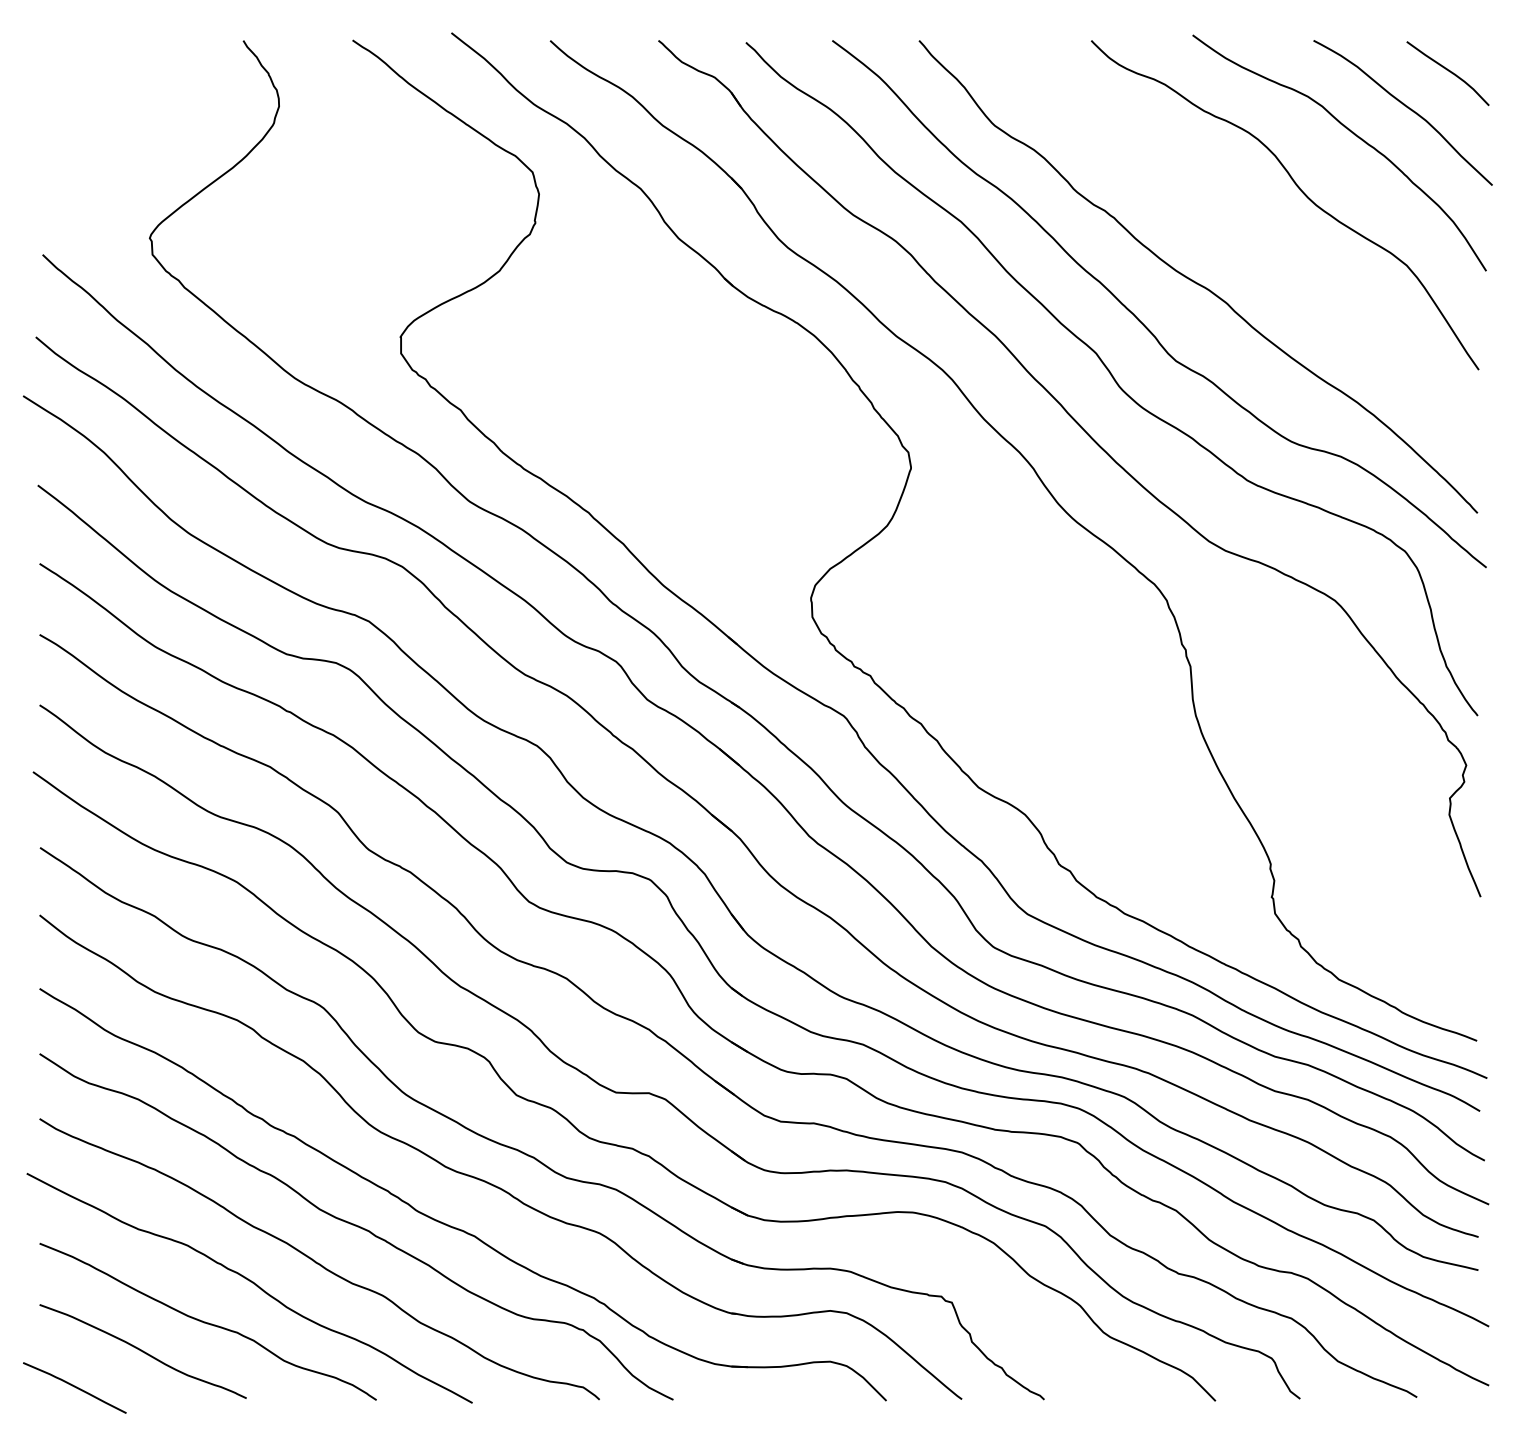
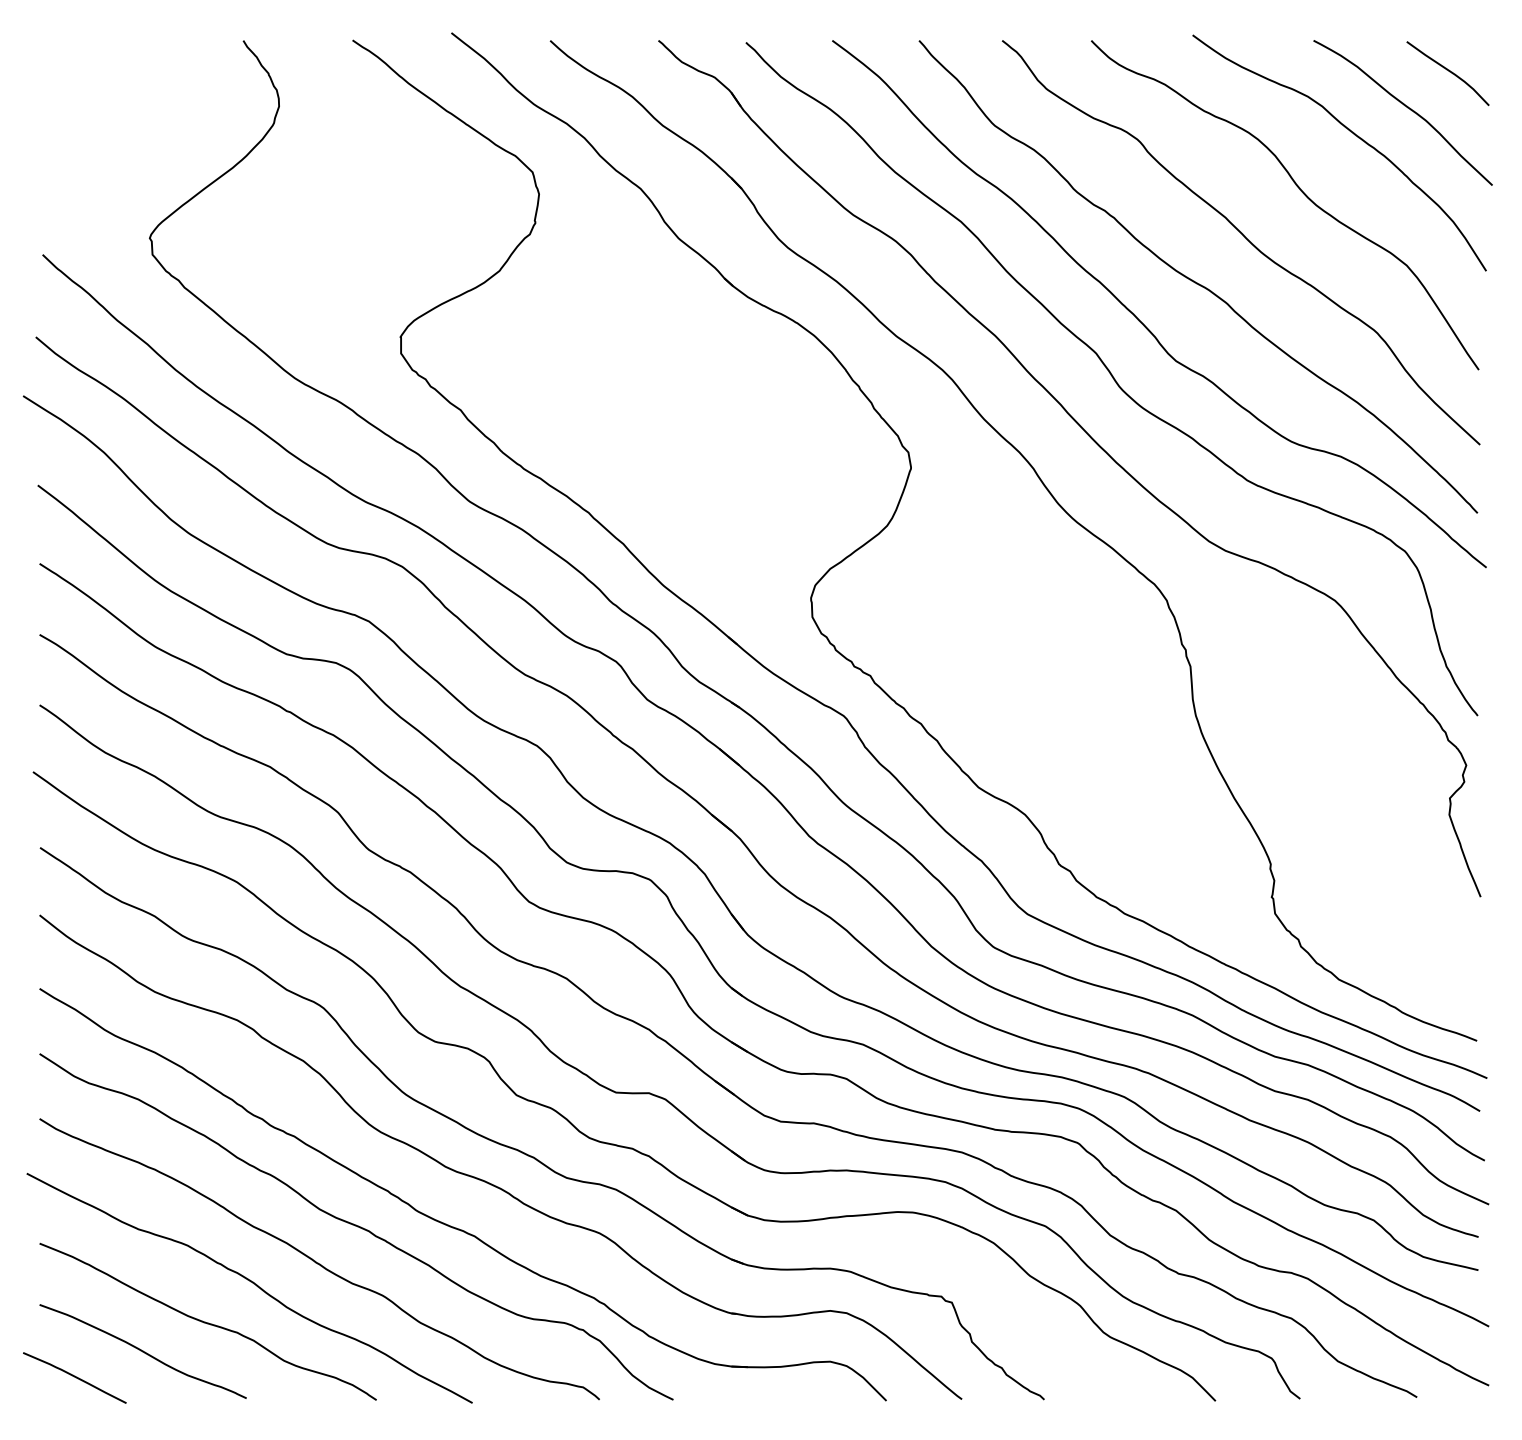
curve at (1245, 238): none -> present
curve at (74, 1387) position: (74, 1387) -> (74, 1377)
